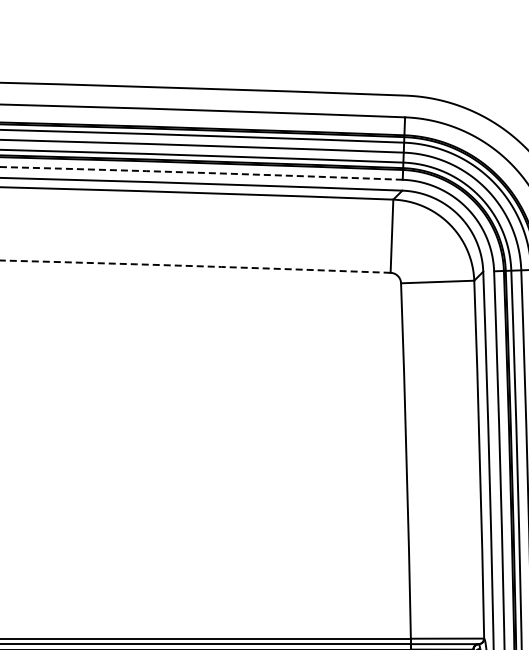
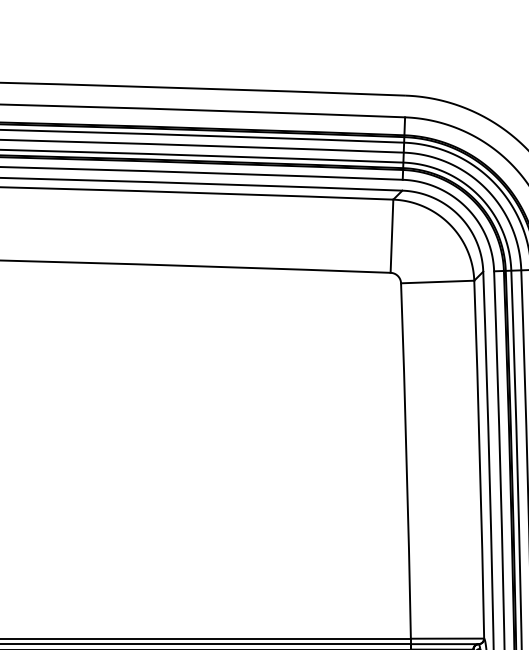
arc at (201, 172): dashed -> solid
arc at (195, 266): dashed -> solid
